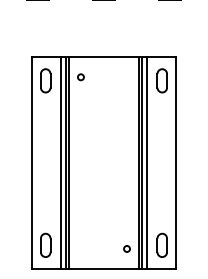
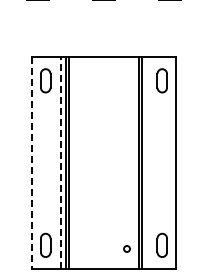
circle at (80, 77): present -> none
line at (60, 162): solid -> dashed
line at (147, 162): present -> none
line at (32, 163): solid -> dashed
